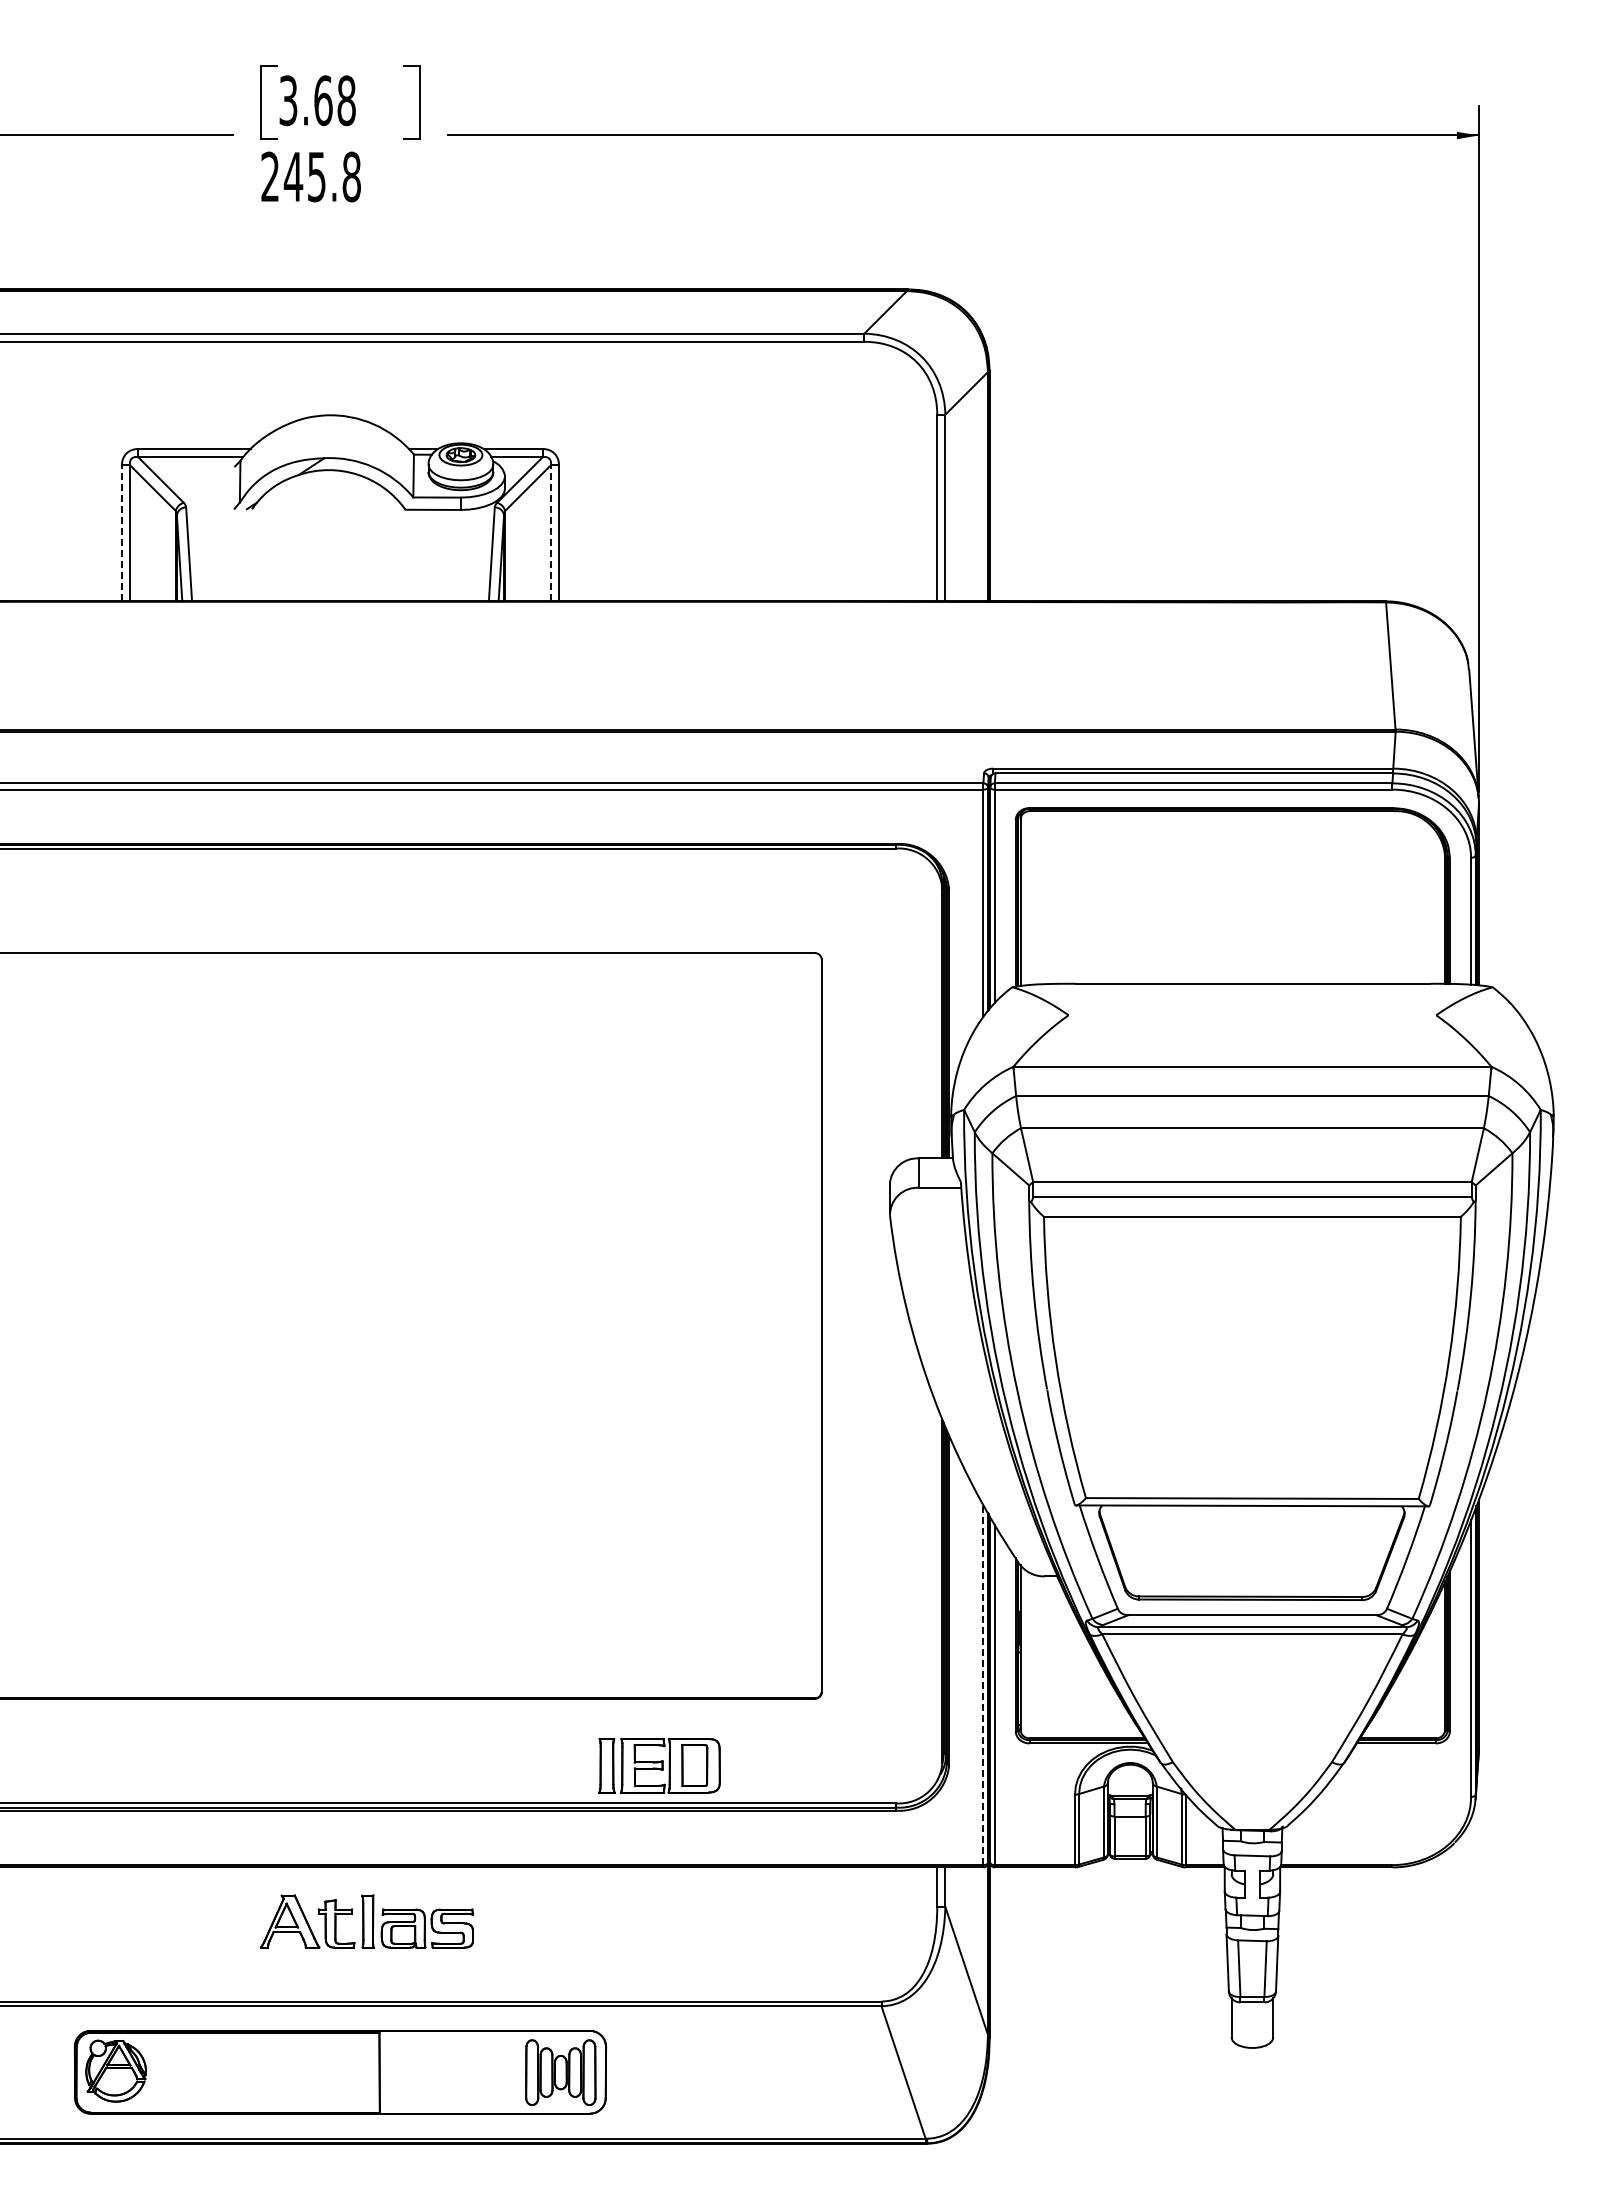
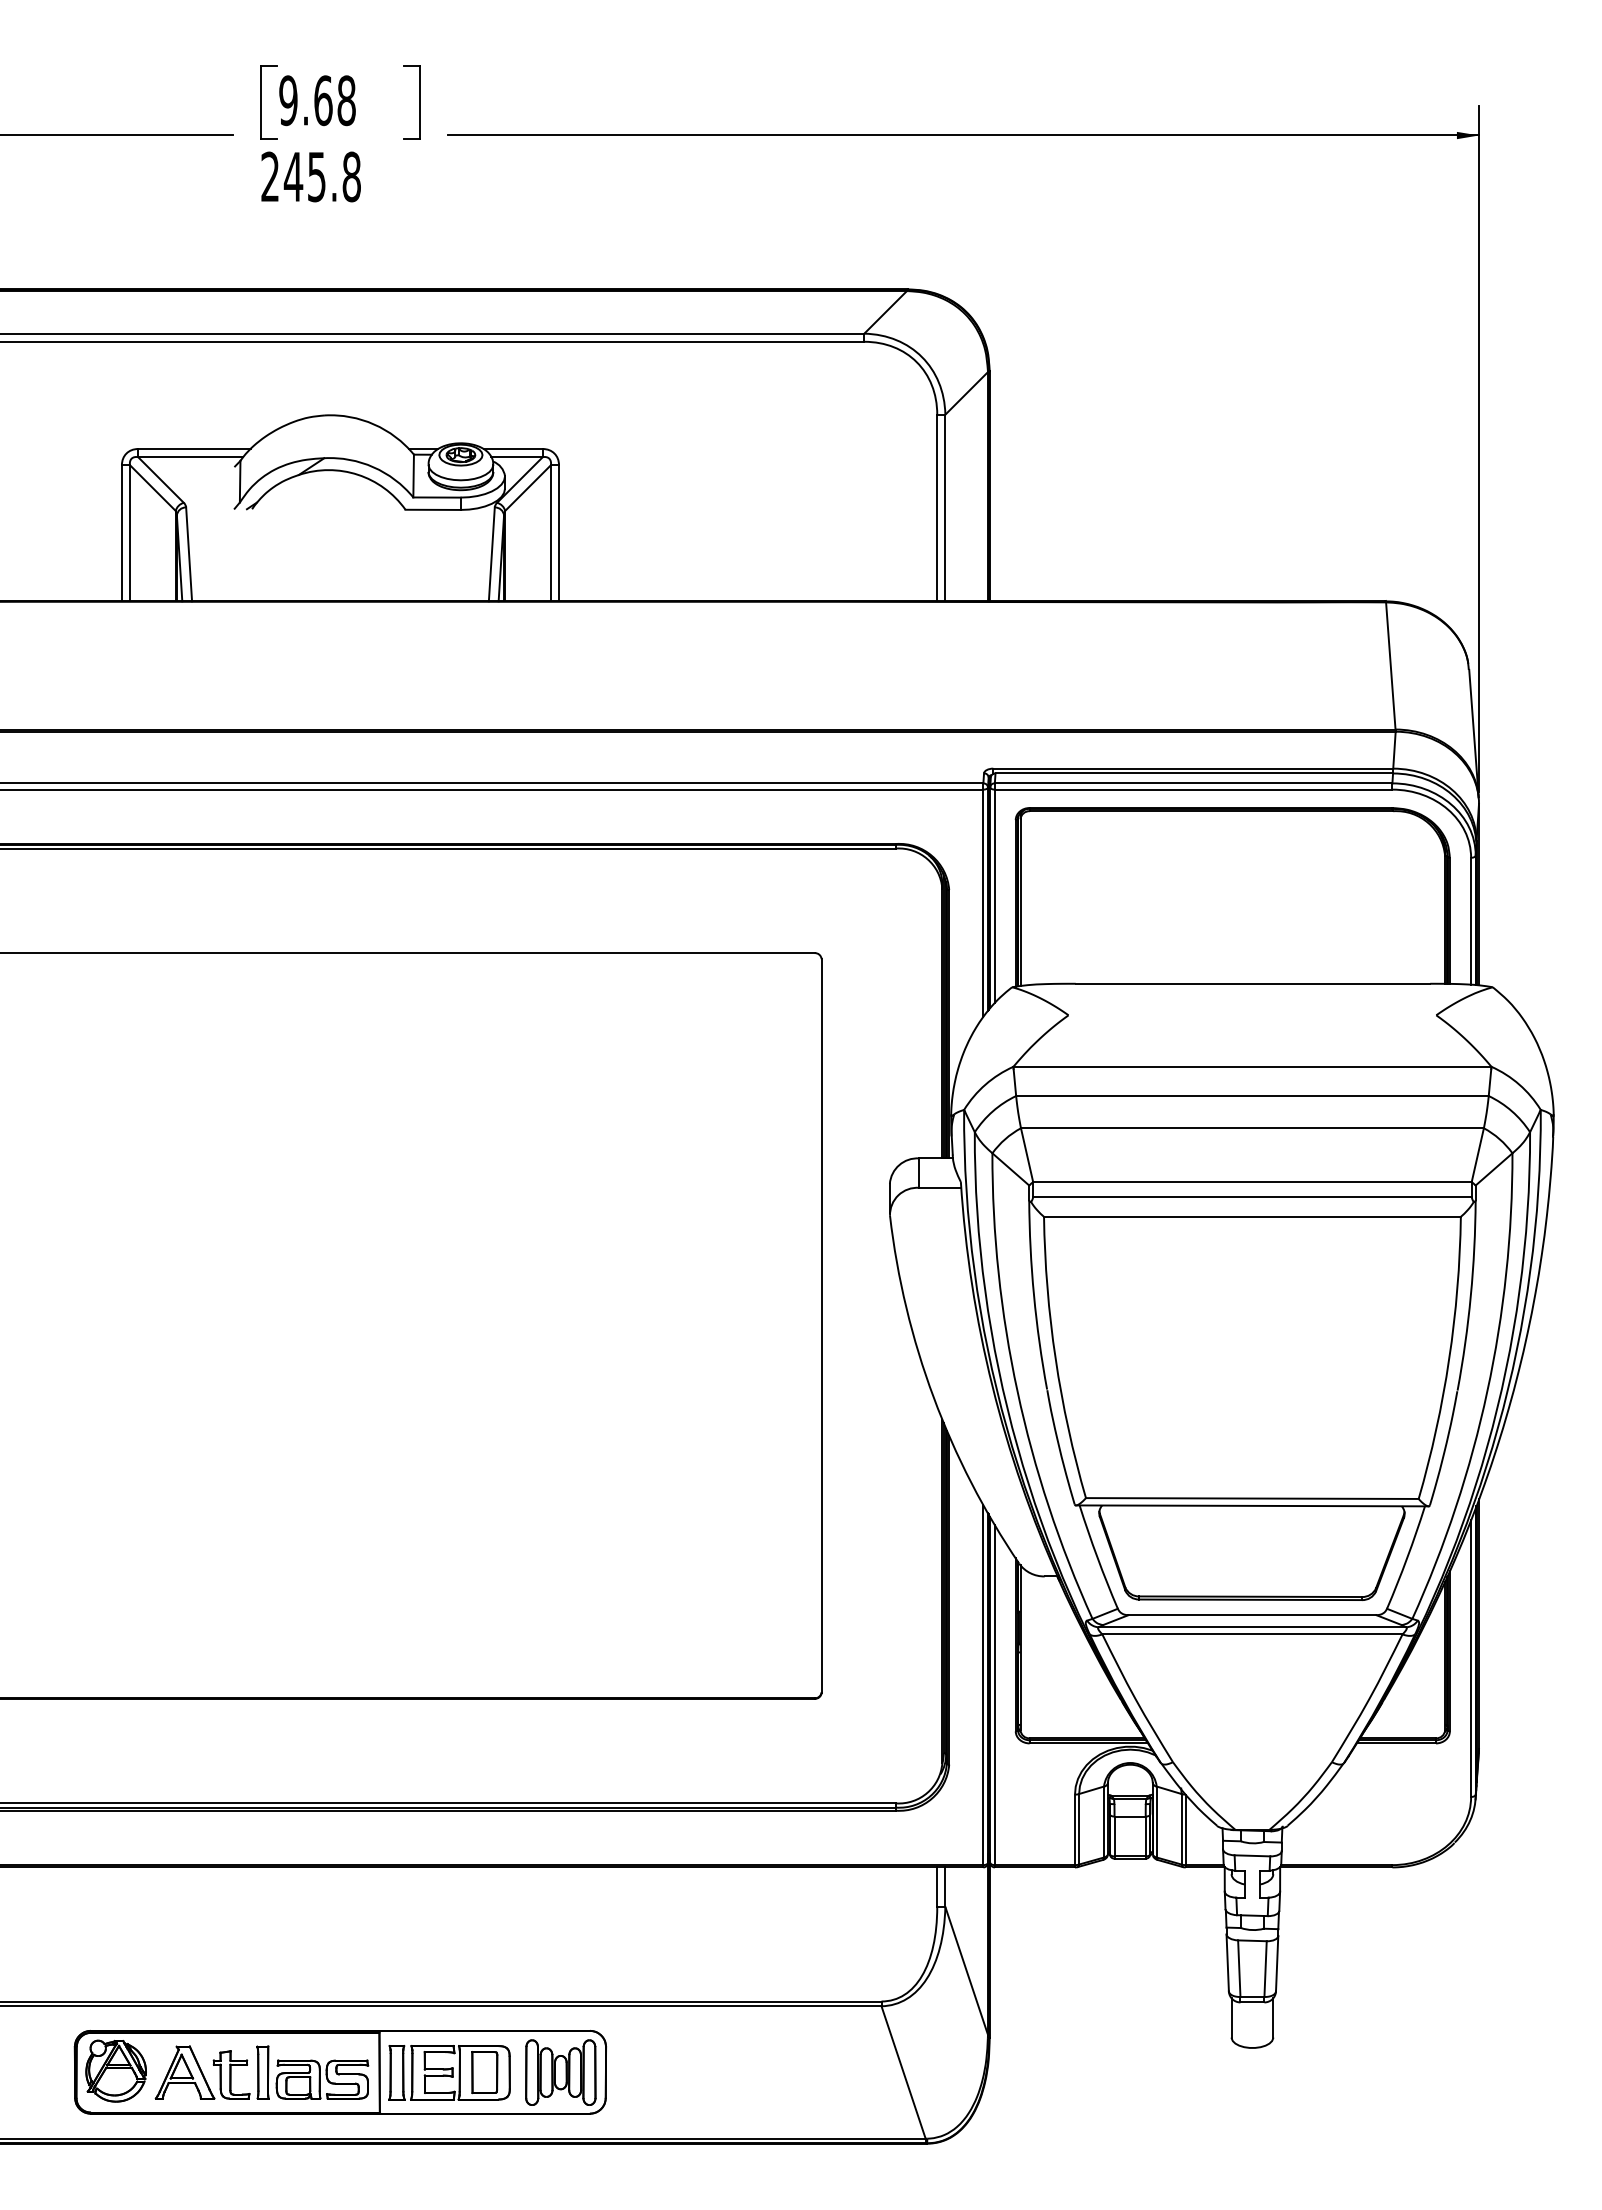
text at (288, 100): 3.68 -> 9.68
line at (121, 532): dashed -> solid
line at (550, 532): dashed -> solid
line at (983, 1684): dashed -> solid
part at (659, 1765) position: (659, 1765) -> (449, 2072)
part at (366, 1921) position: (366, 1921) -> (261, 2072)
